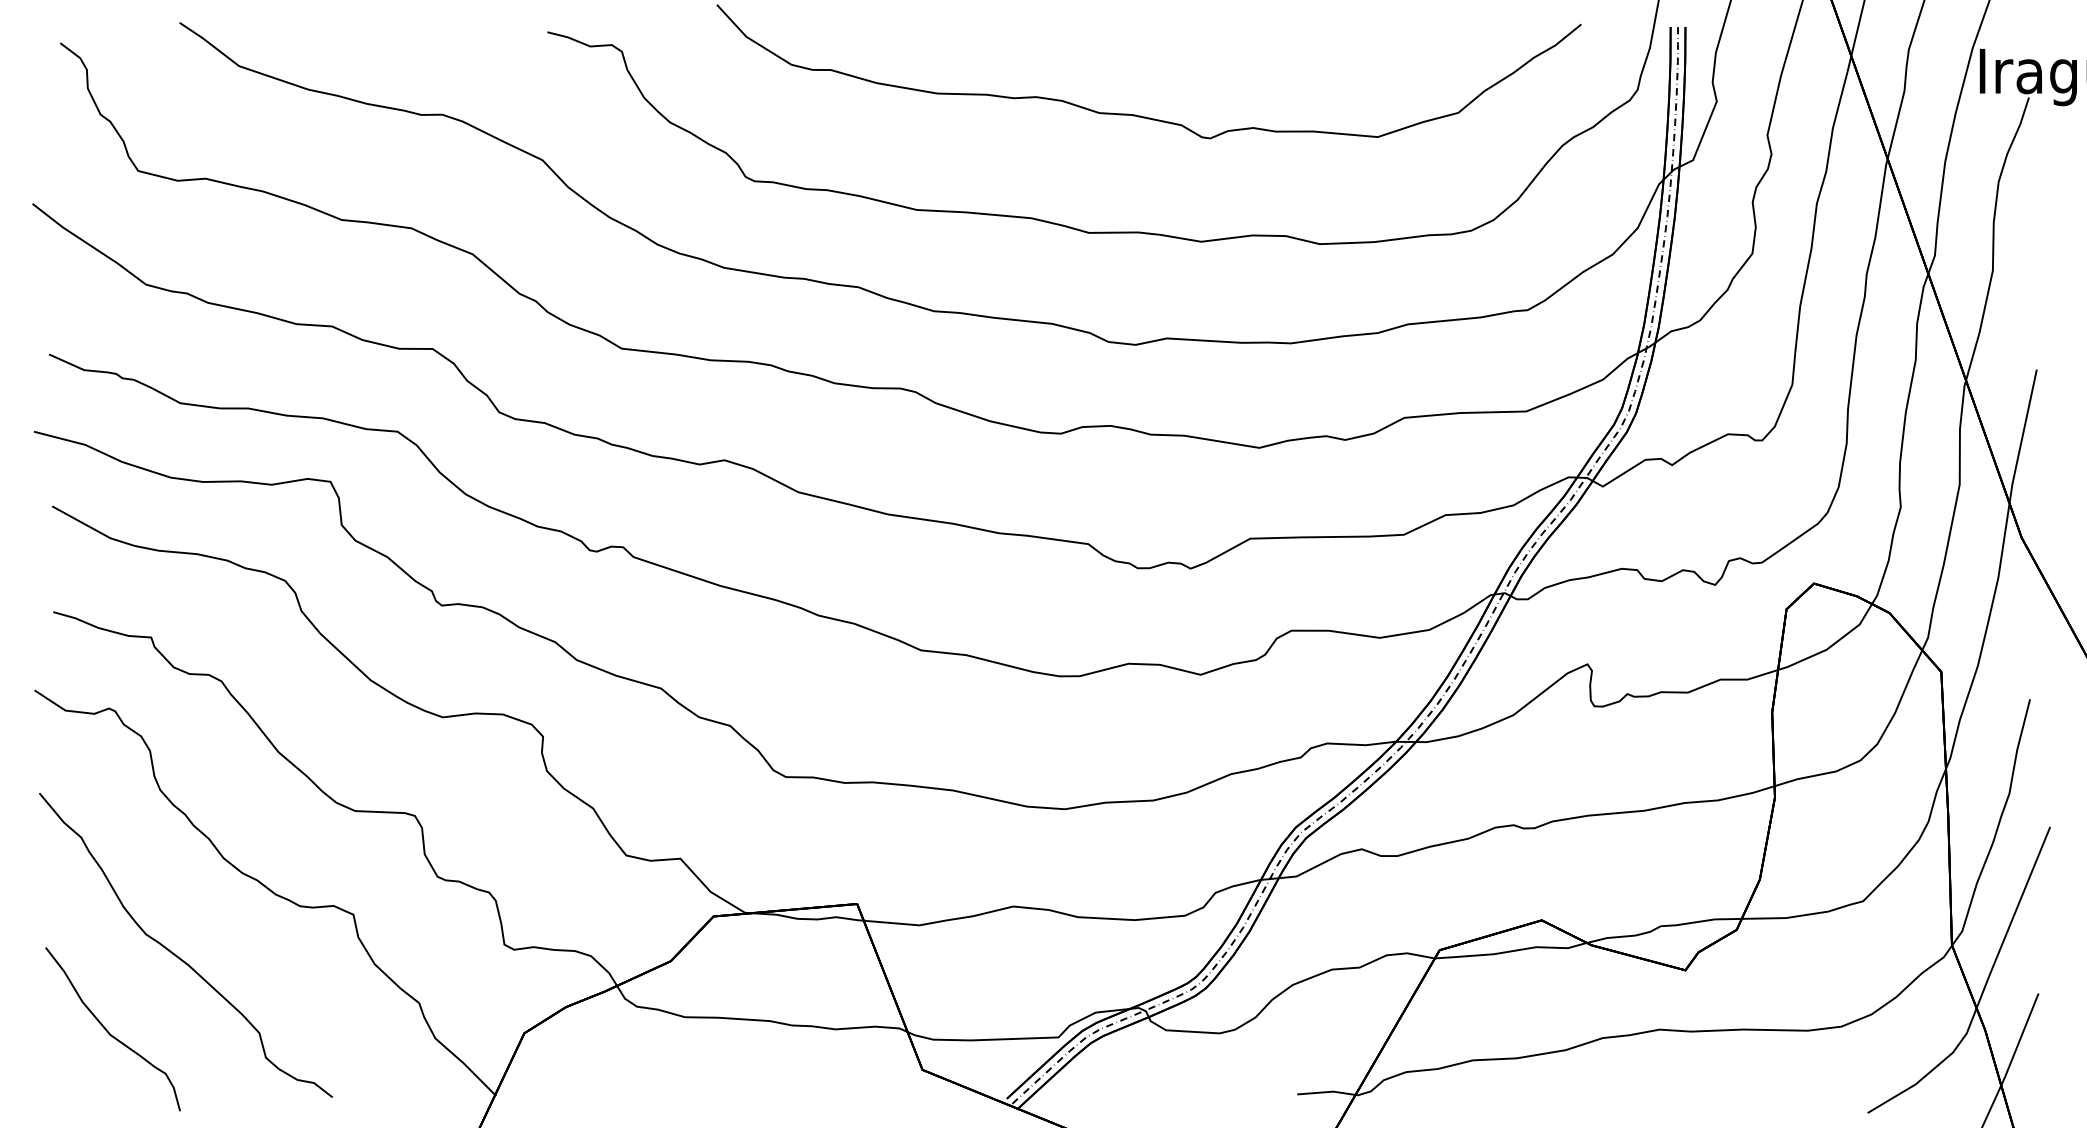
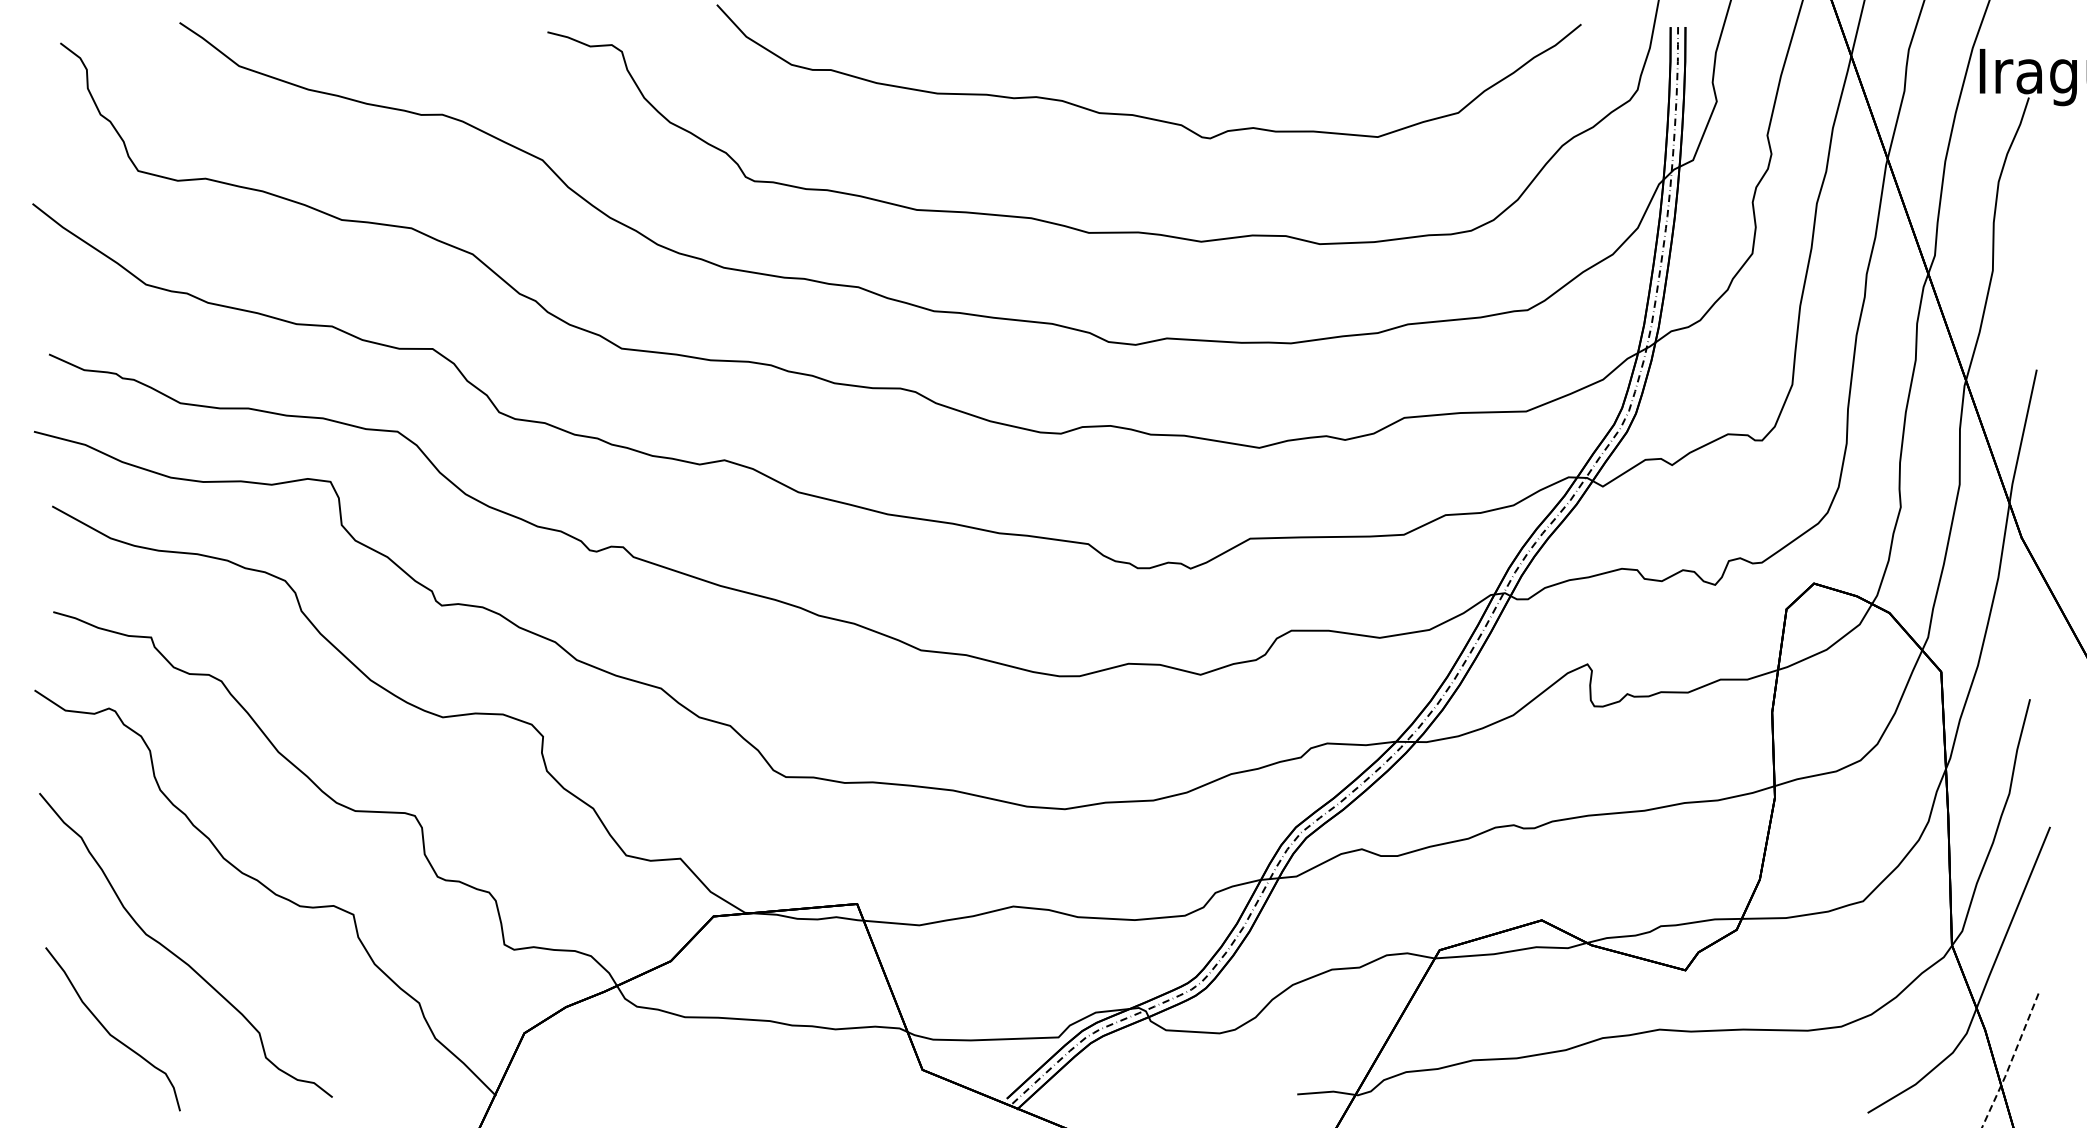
line at (2011, 1062): solid -> dashed
